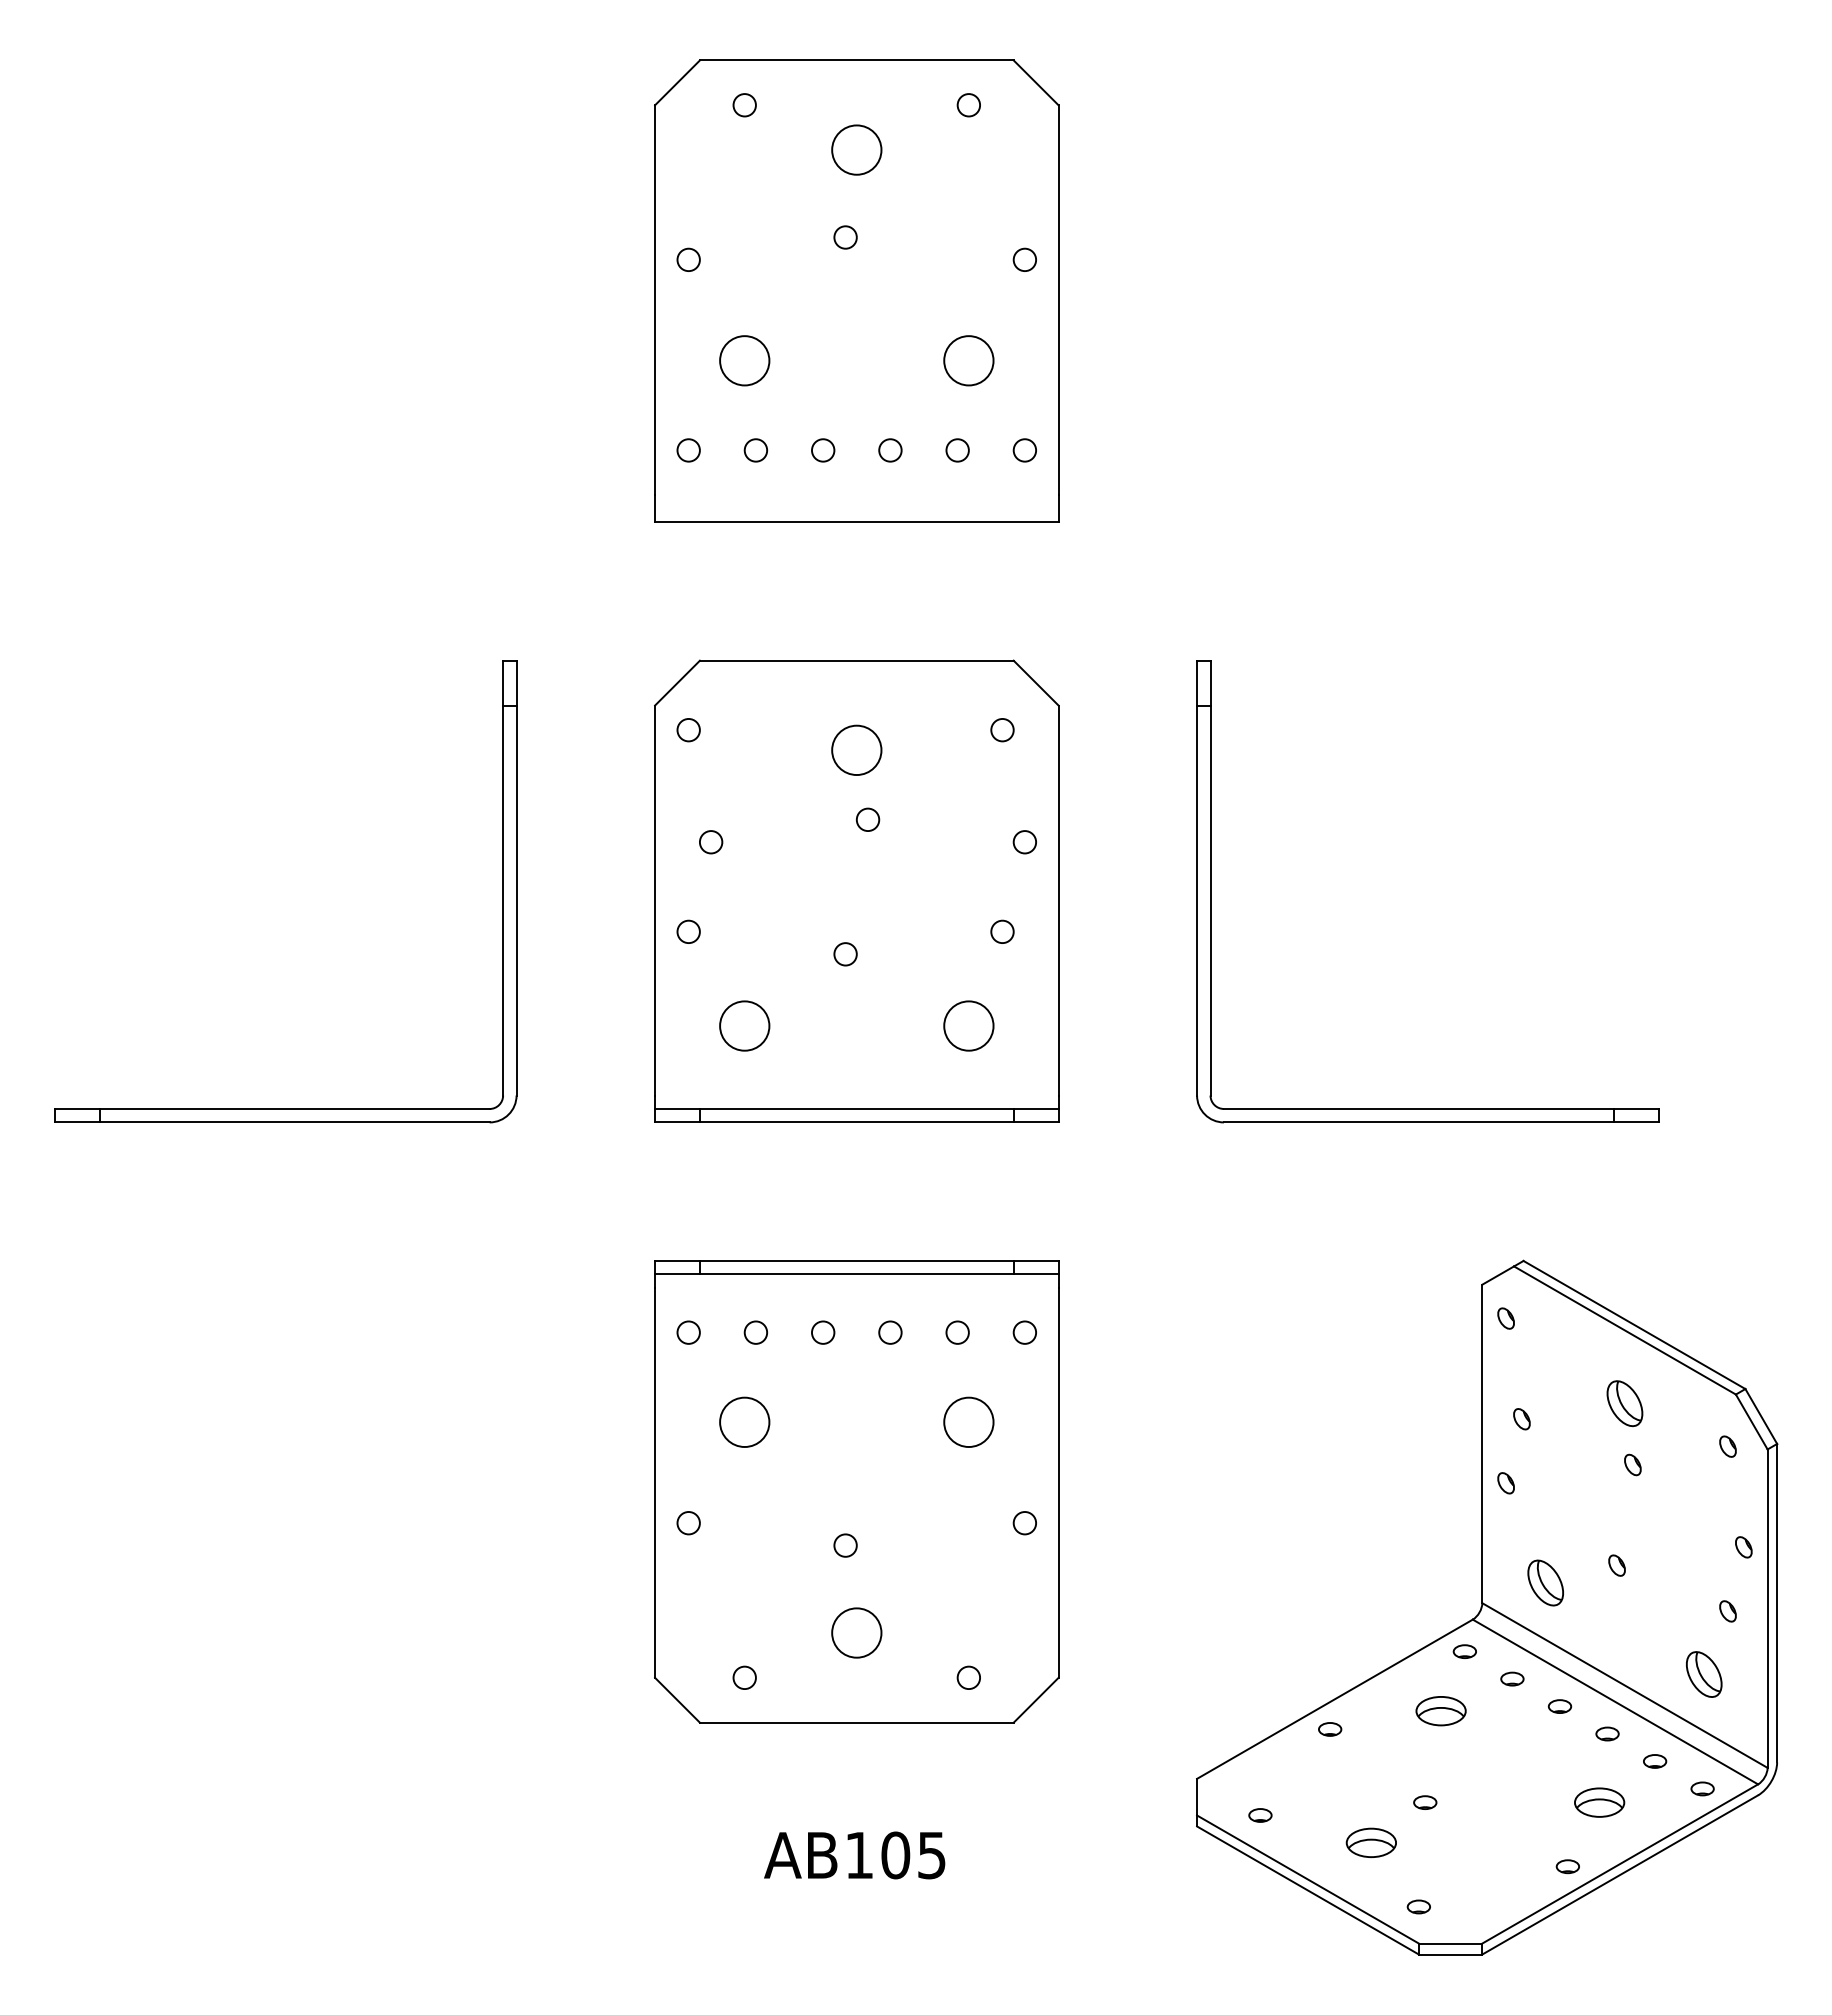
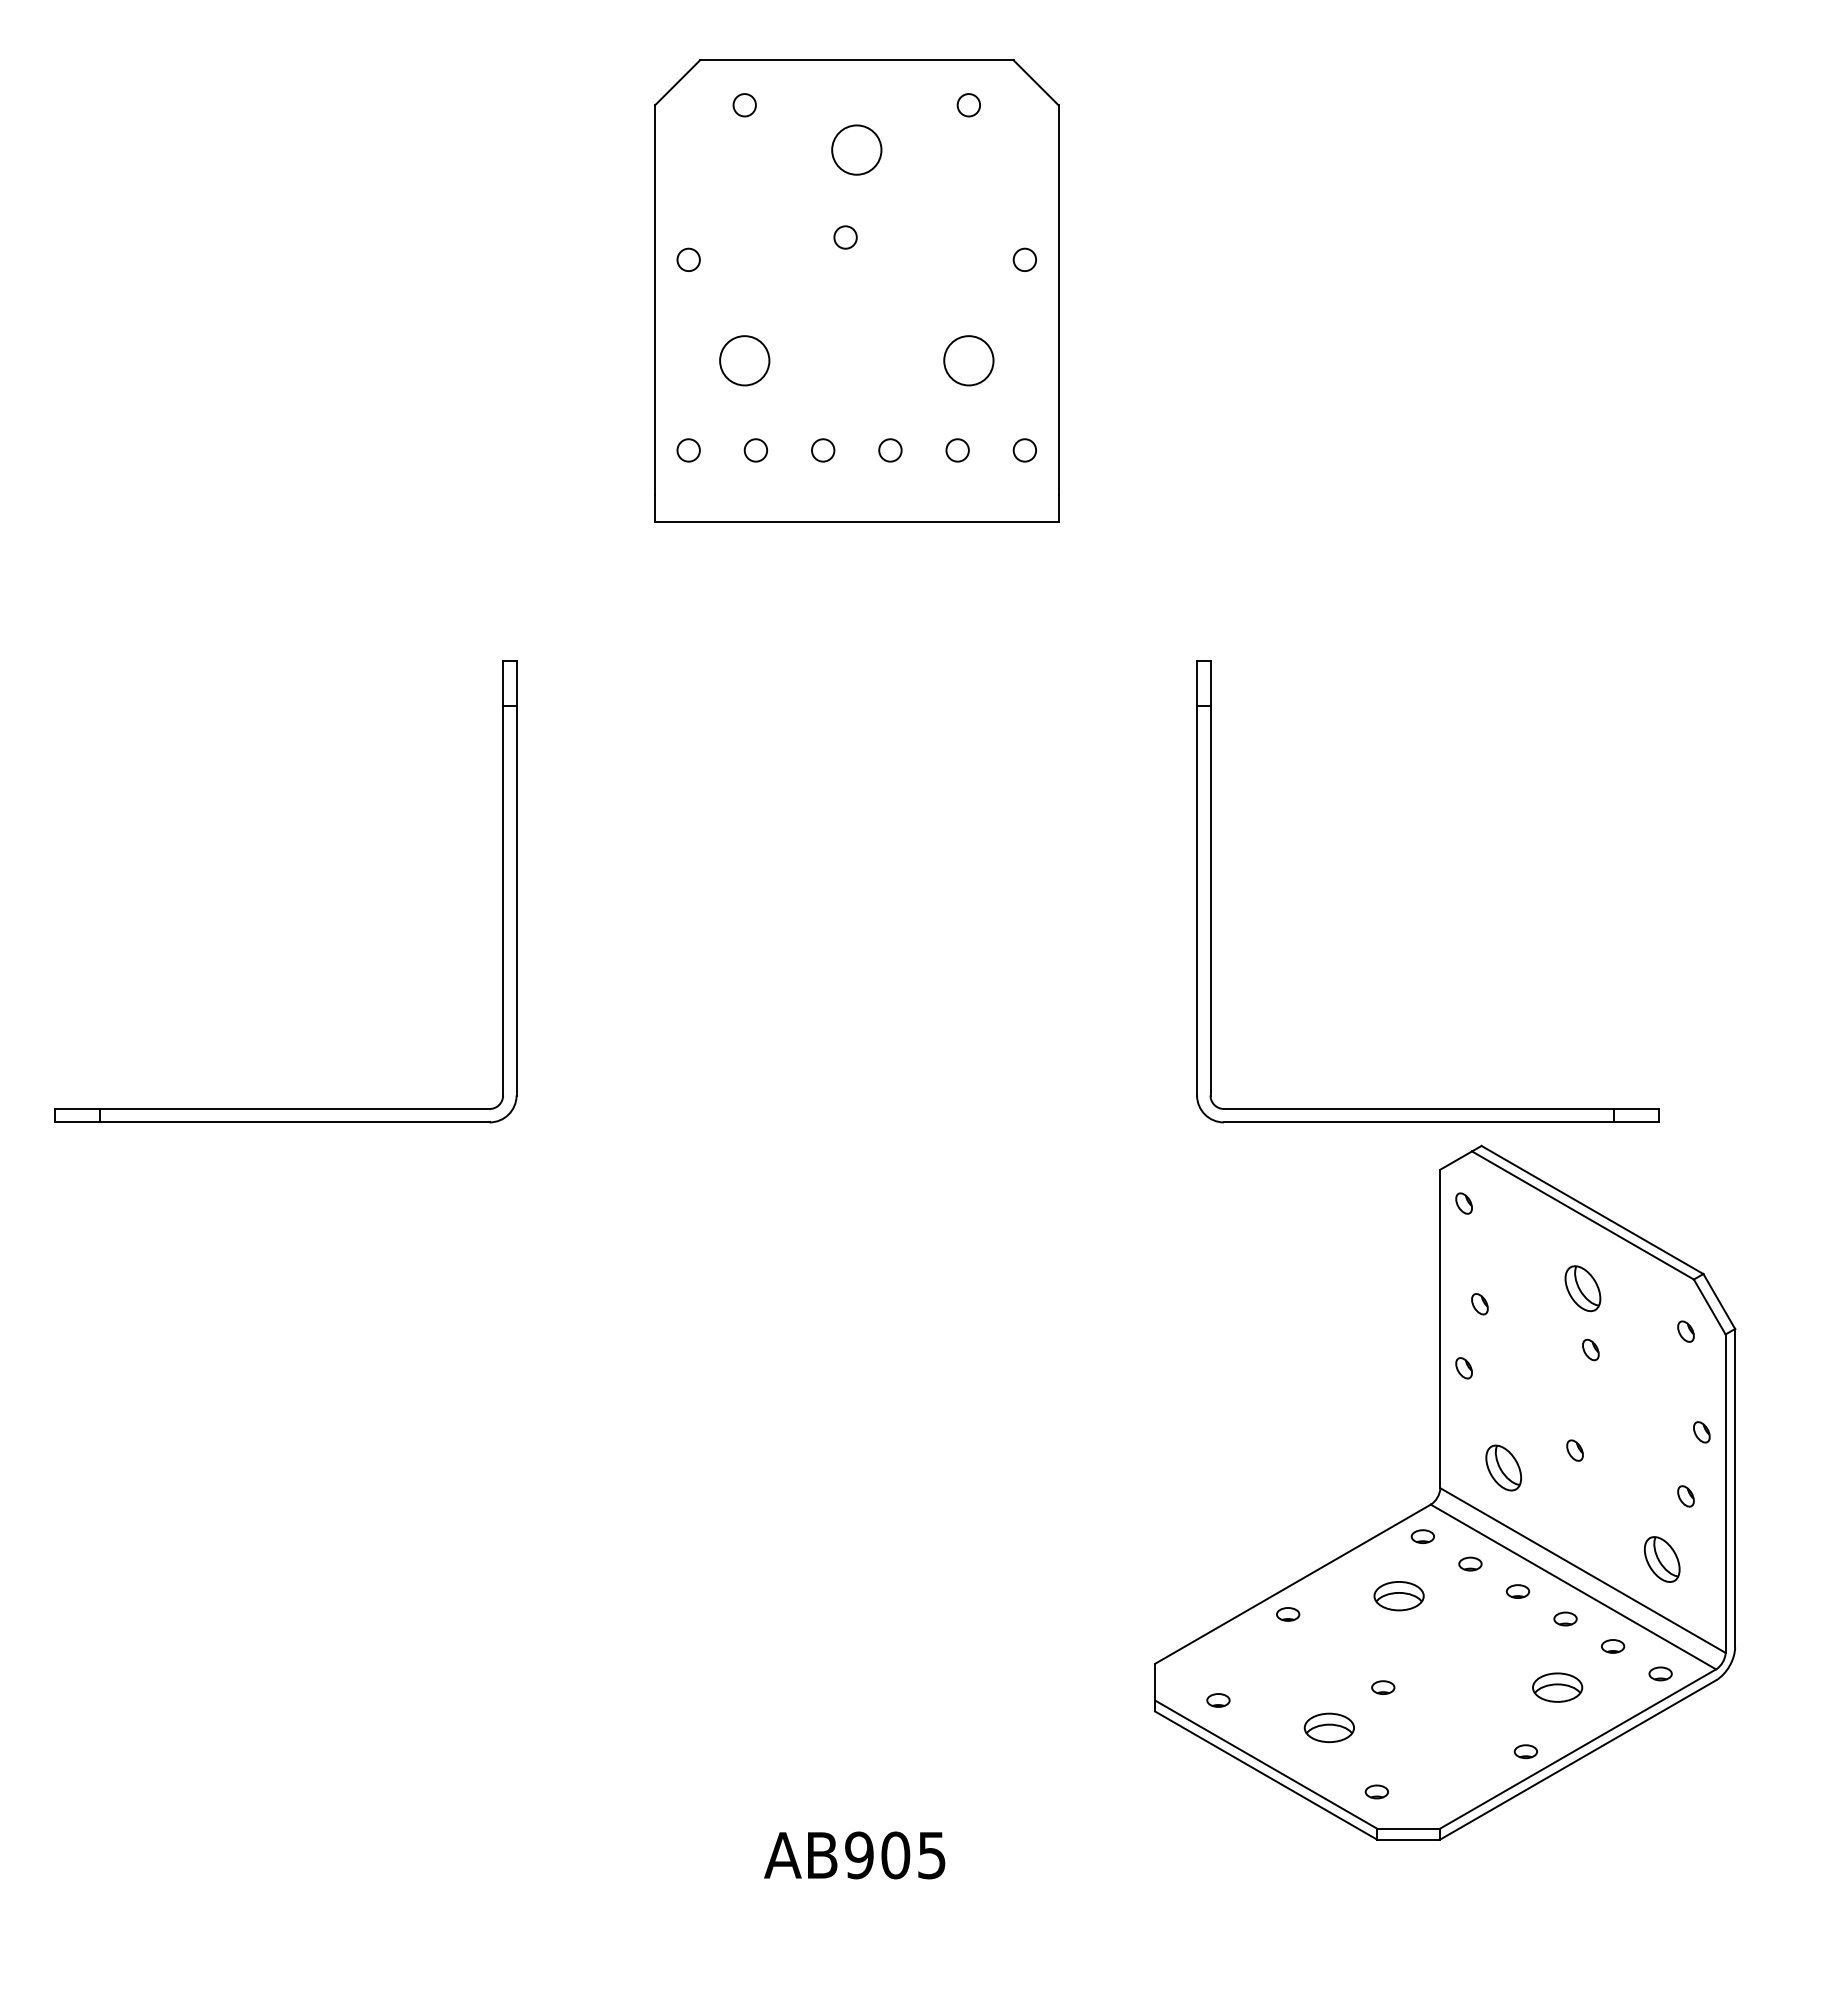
part at (856, 890): present -> none
part at (856, 1491): present -> none
part at (1487, 1607) position: (1487, 1607) -> (1445, 1492)
text at (859, 1855): AB105 -> AB905
